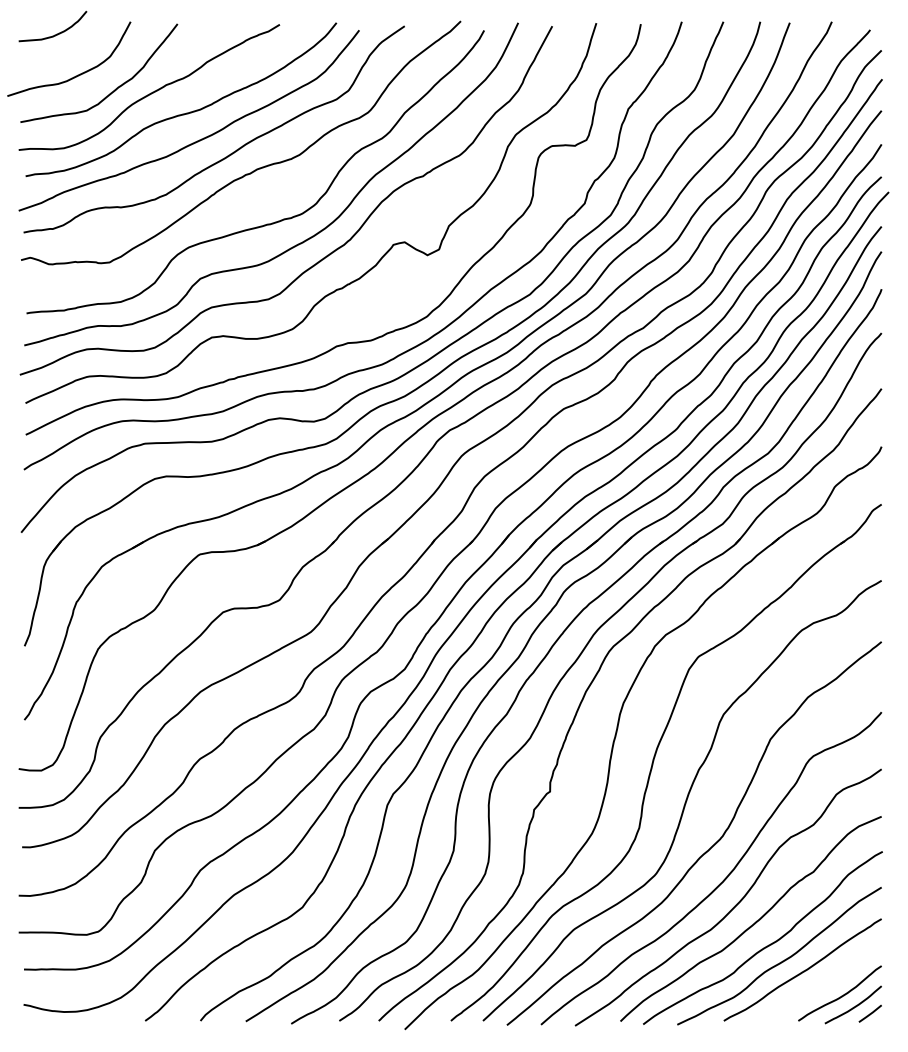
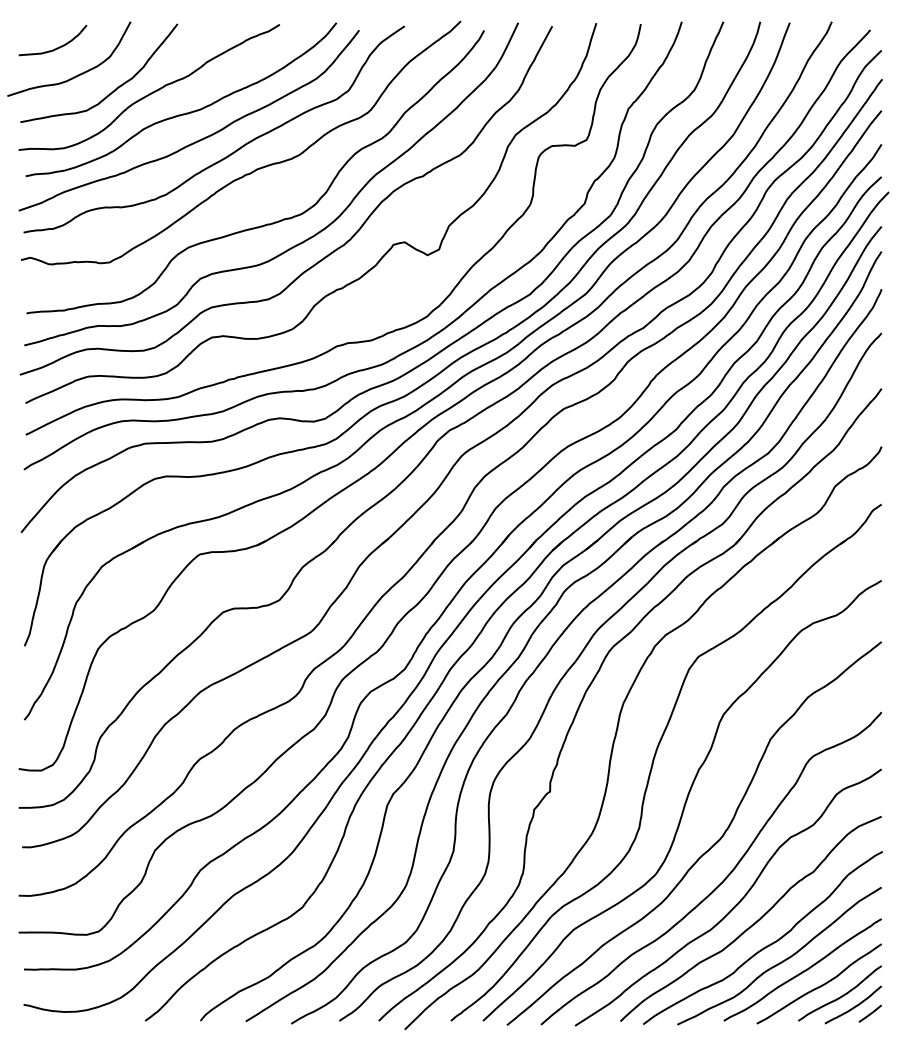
curve at (56, 33) position: (56, 33) -> (56, 47)
curve at (820, 985): none -> present
